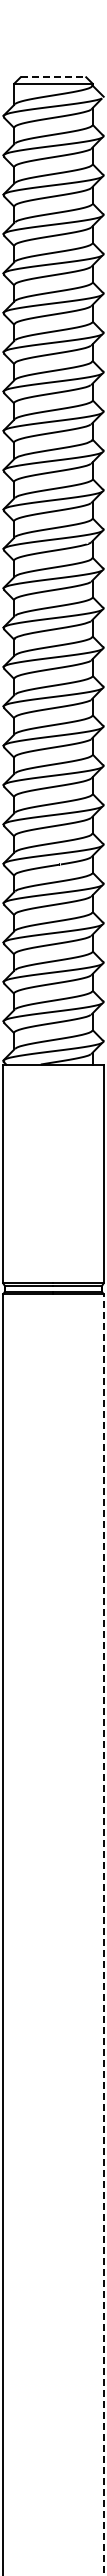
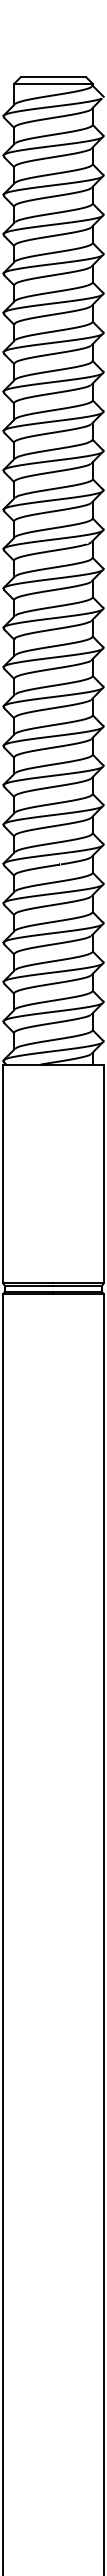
line at (53, 77): dashed -> solid
line at (103, 1934): dashed -> solid
